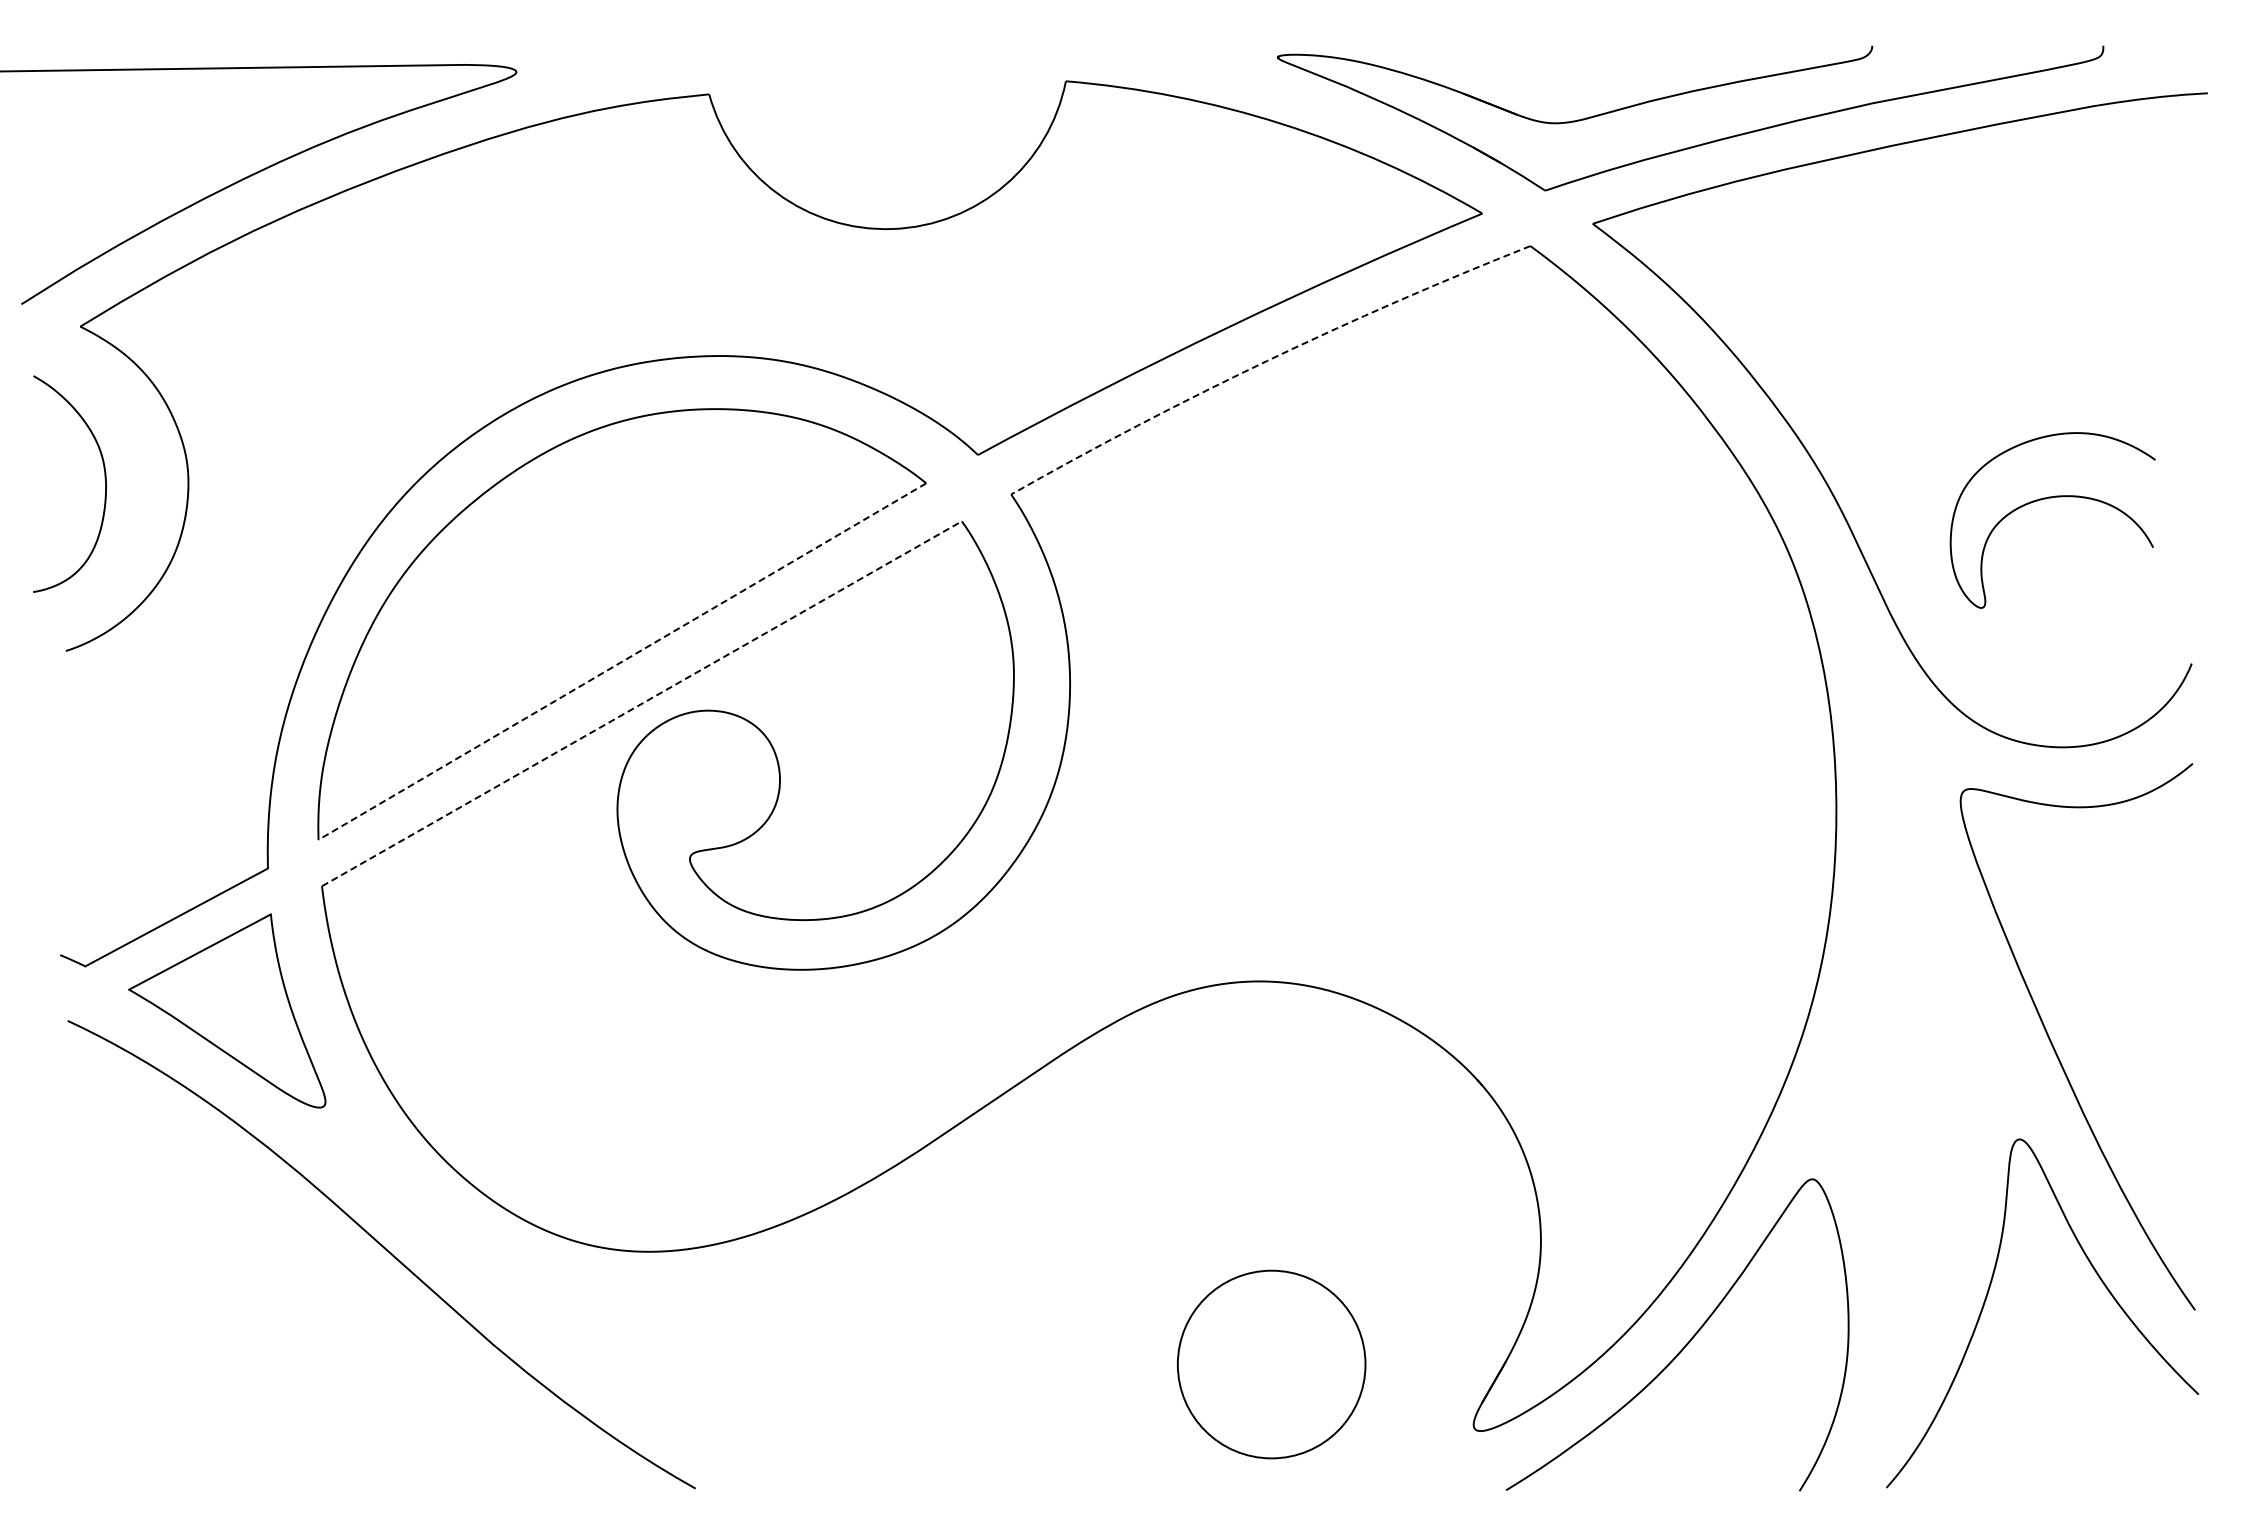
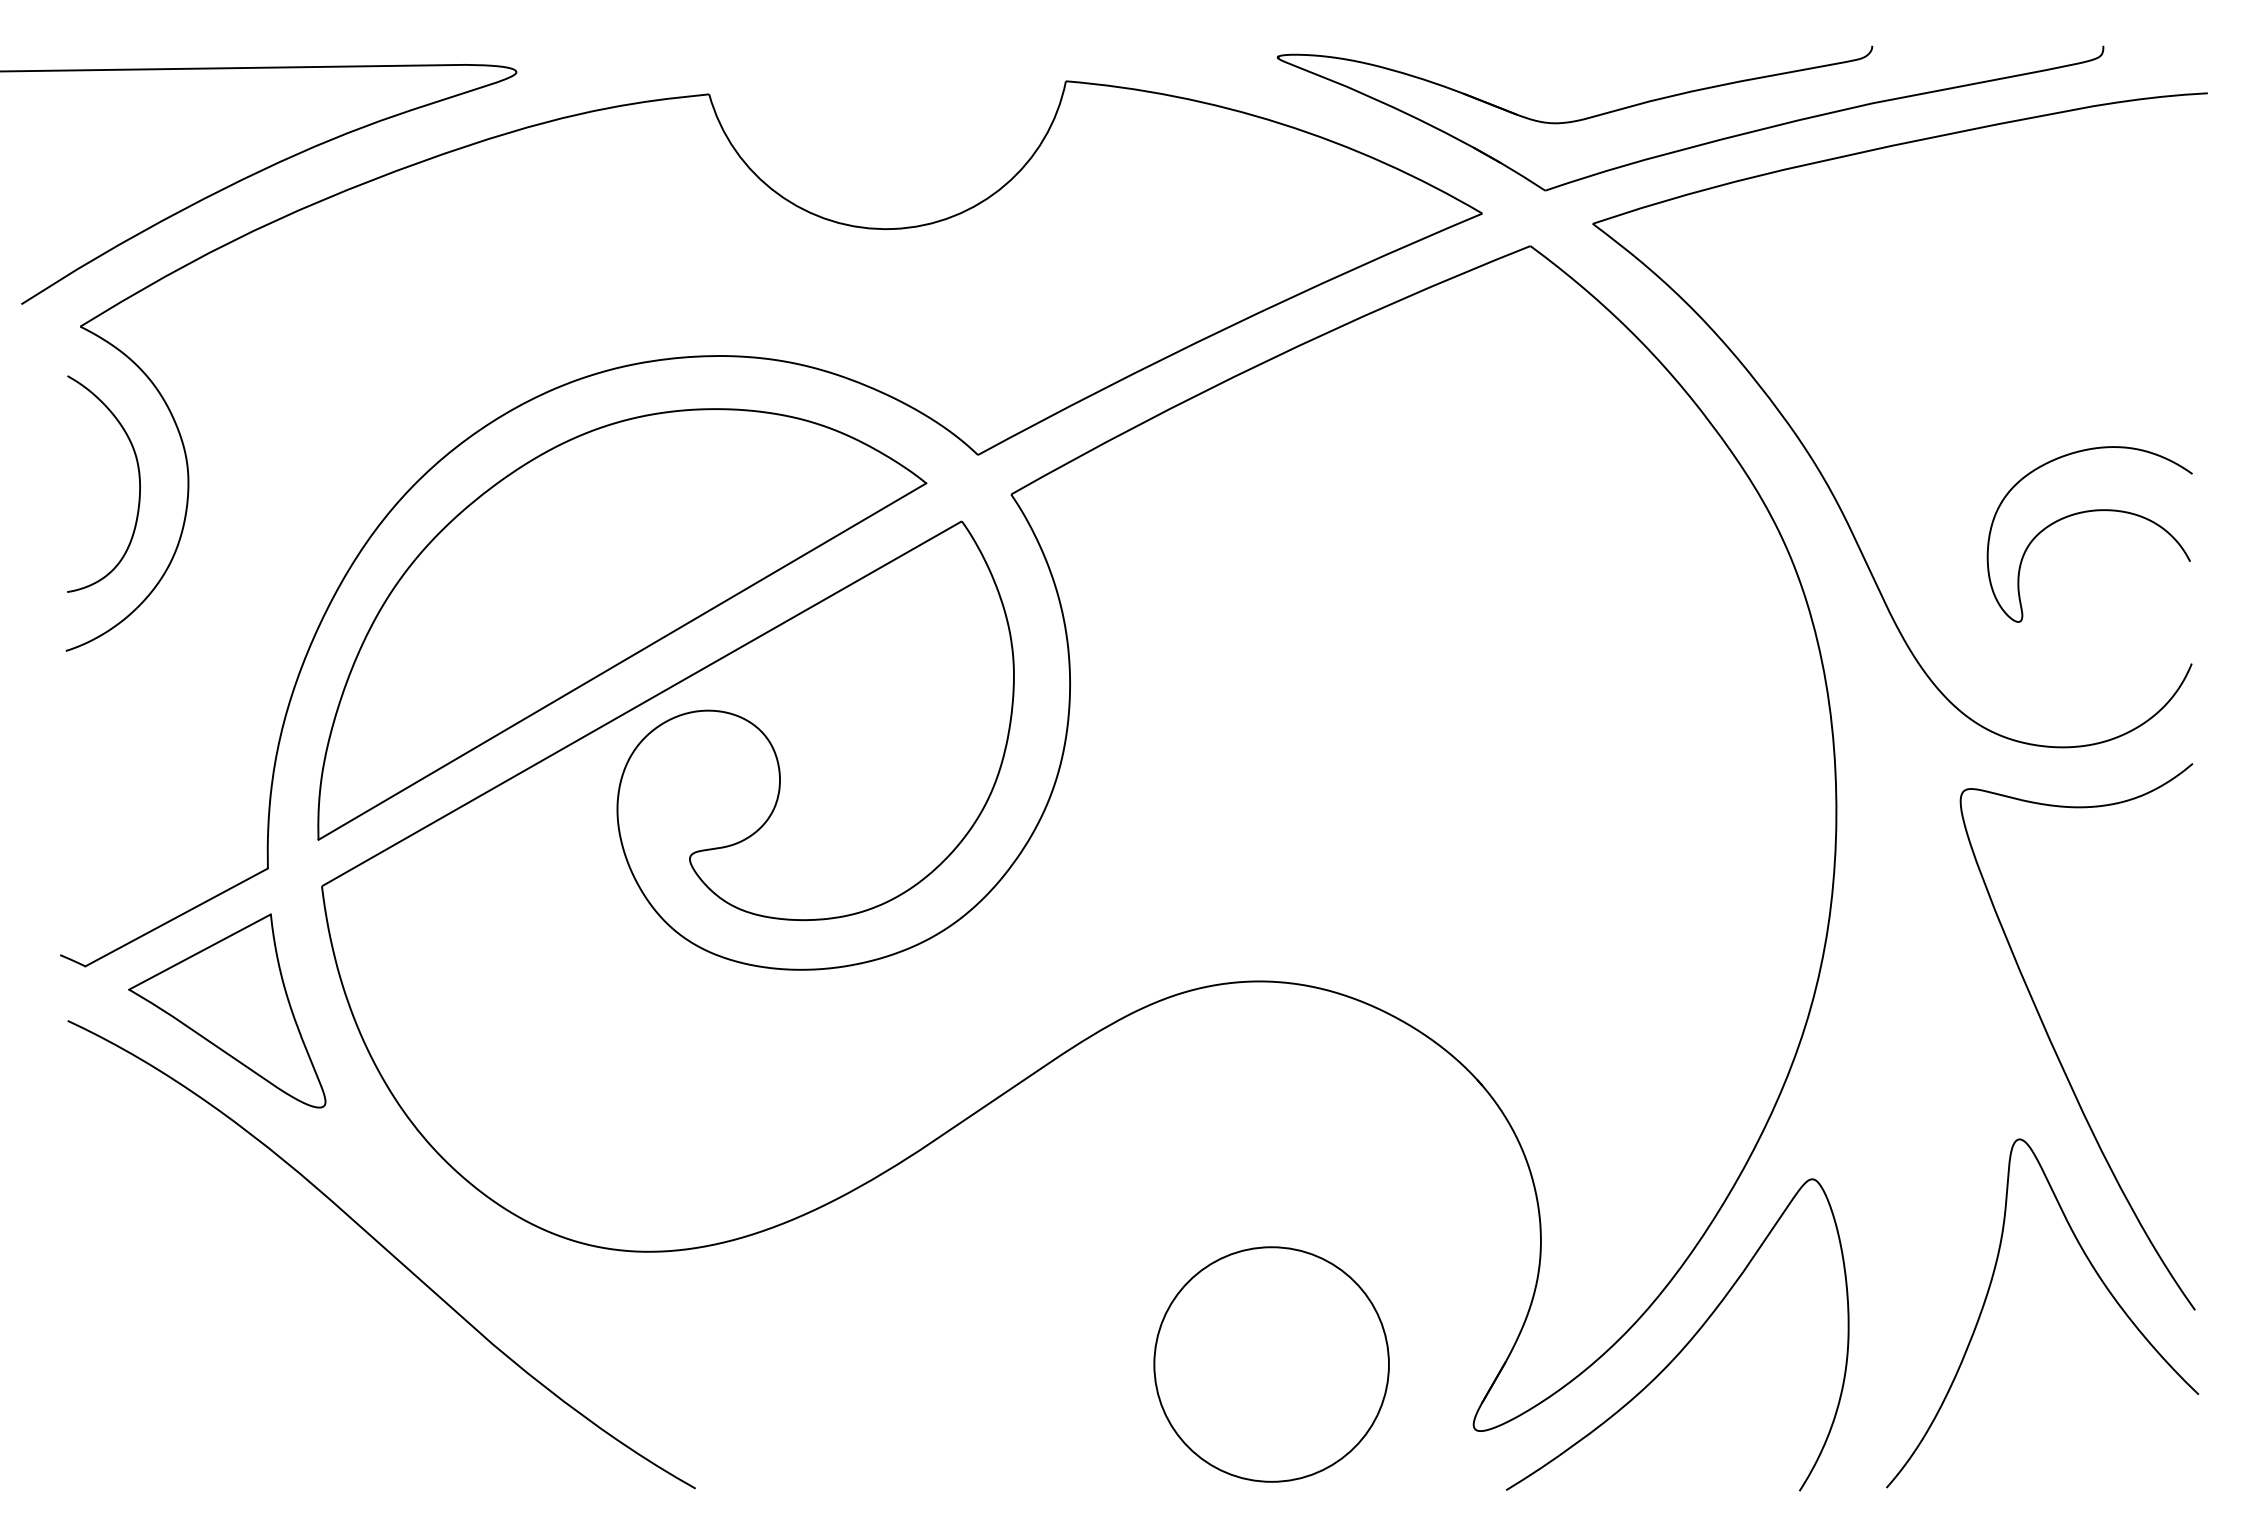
arc at (1266, 361): dashed -> solid
curve at (104, 478) position: (104, 478) -> (138, 478)
curve at (2046, 499) position: (2046, 499) -> (2083, 513)
line at (621, 661): dashed -> solid
line at (642, 703): dashed -> solid
circle at (1271, 1364) diameter: 188 px -> 235 px
